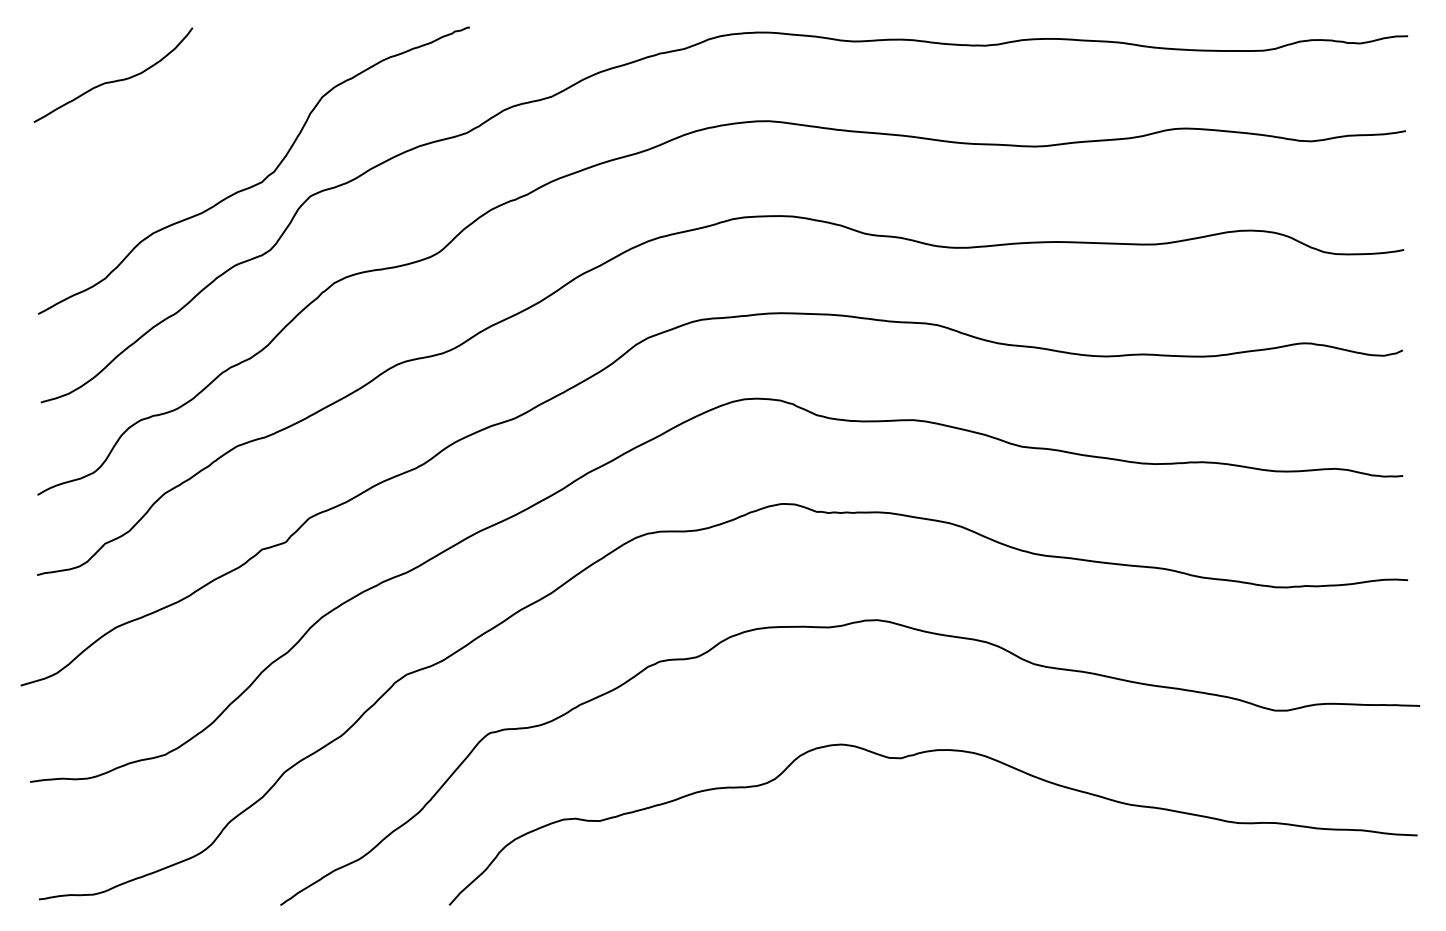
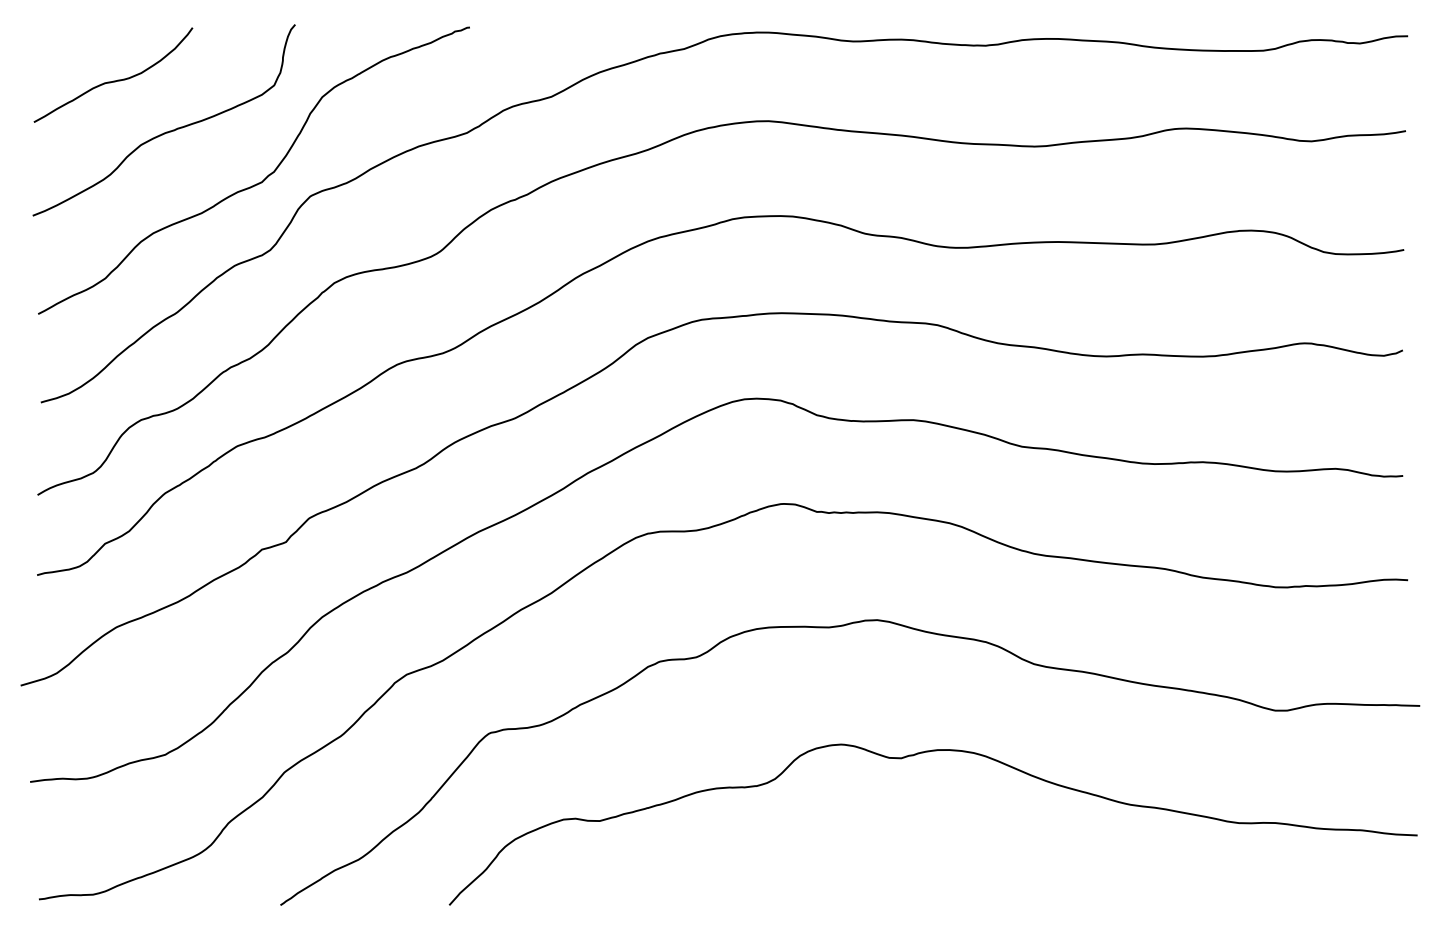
curve at (166, 131): none -> present
